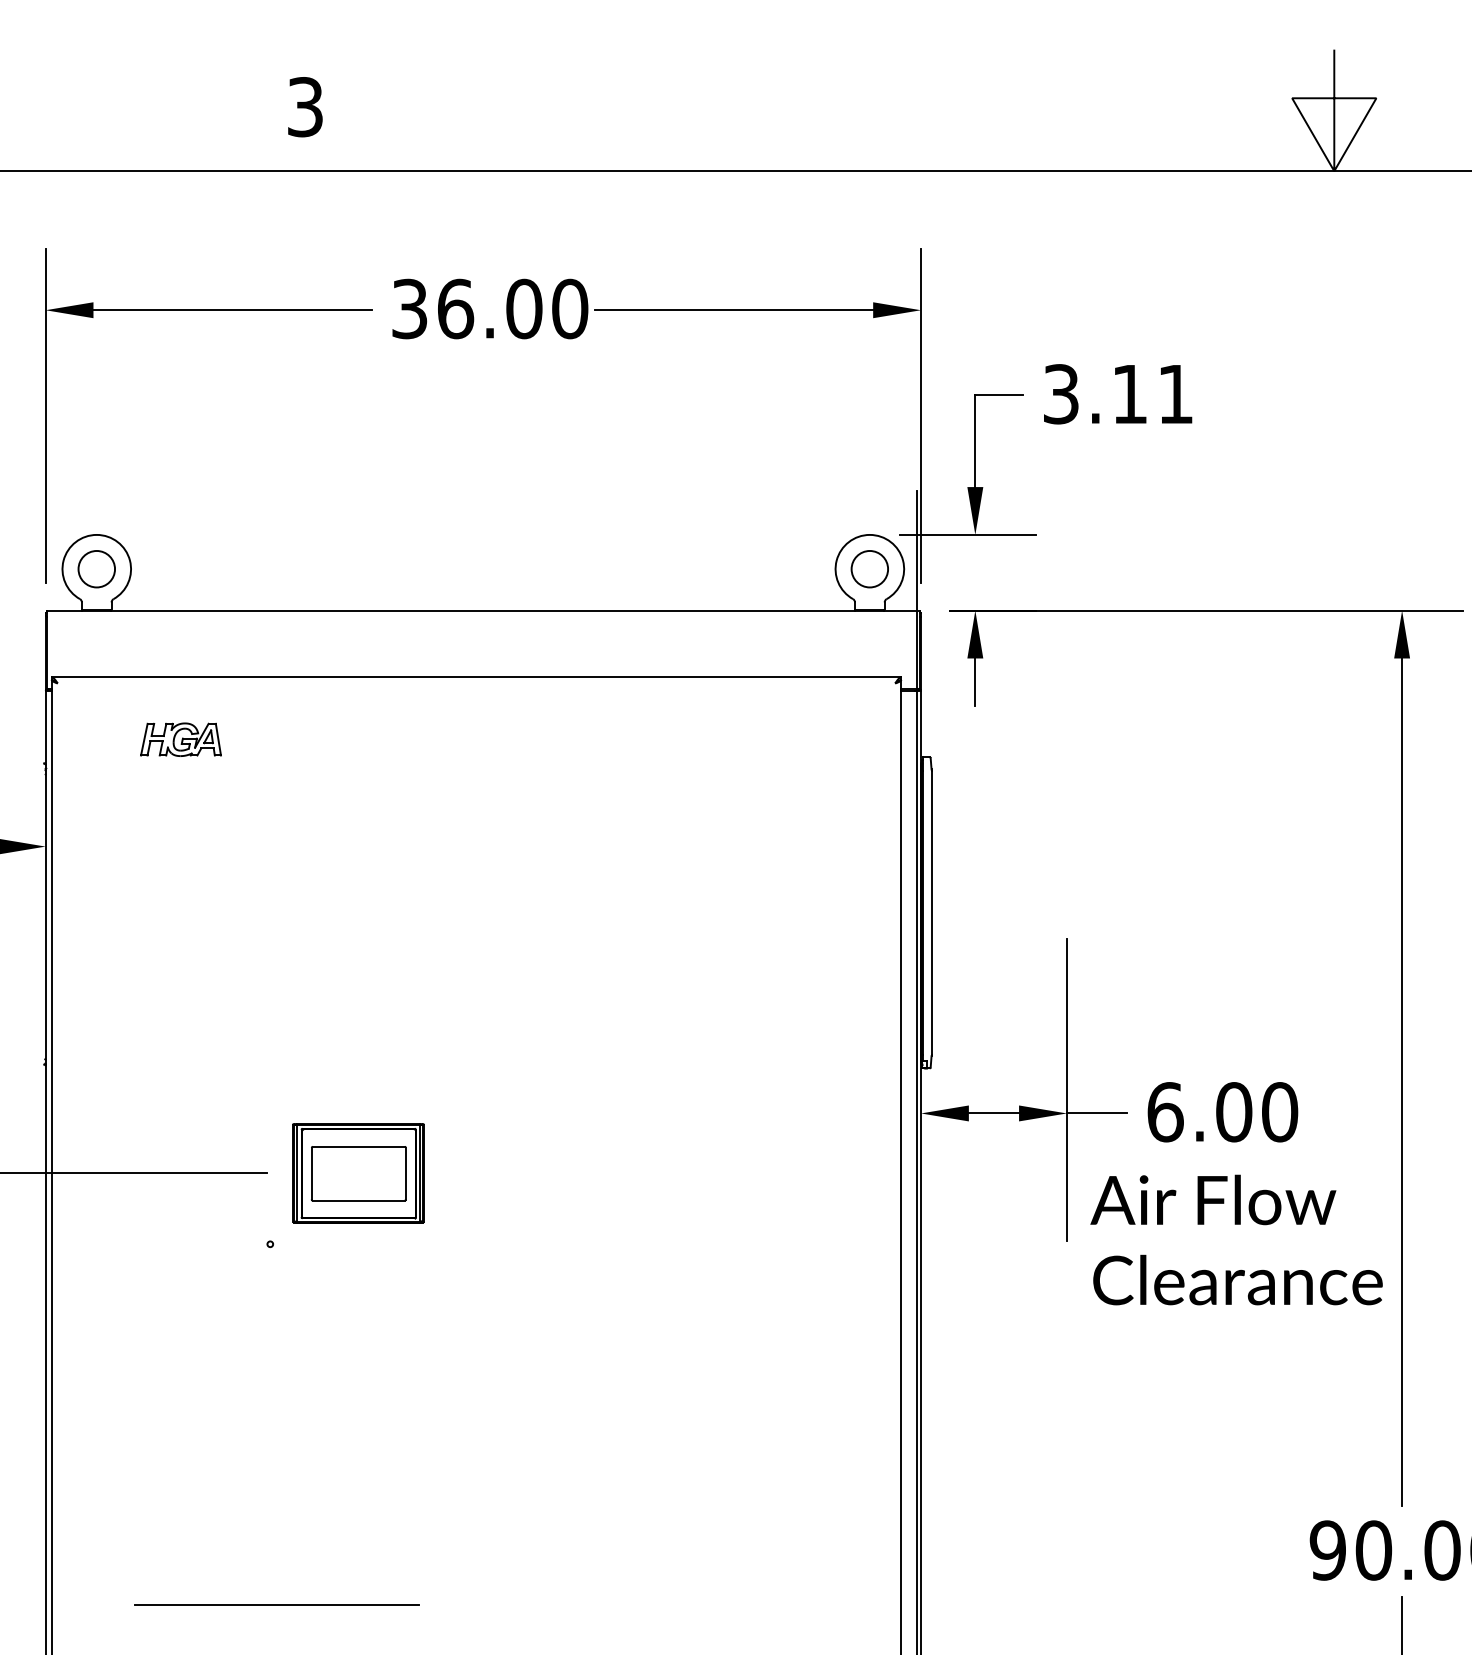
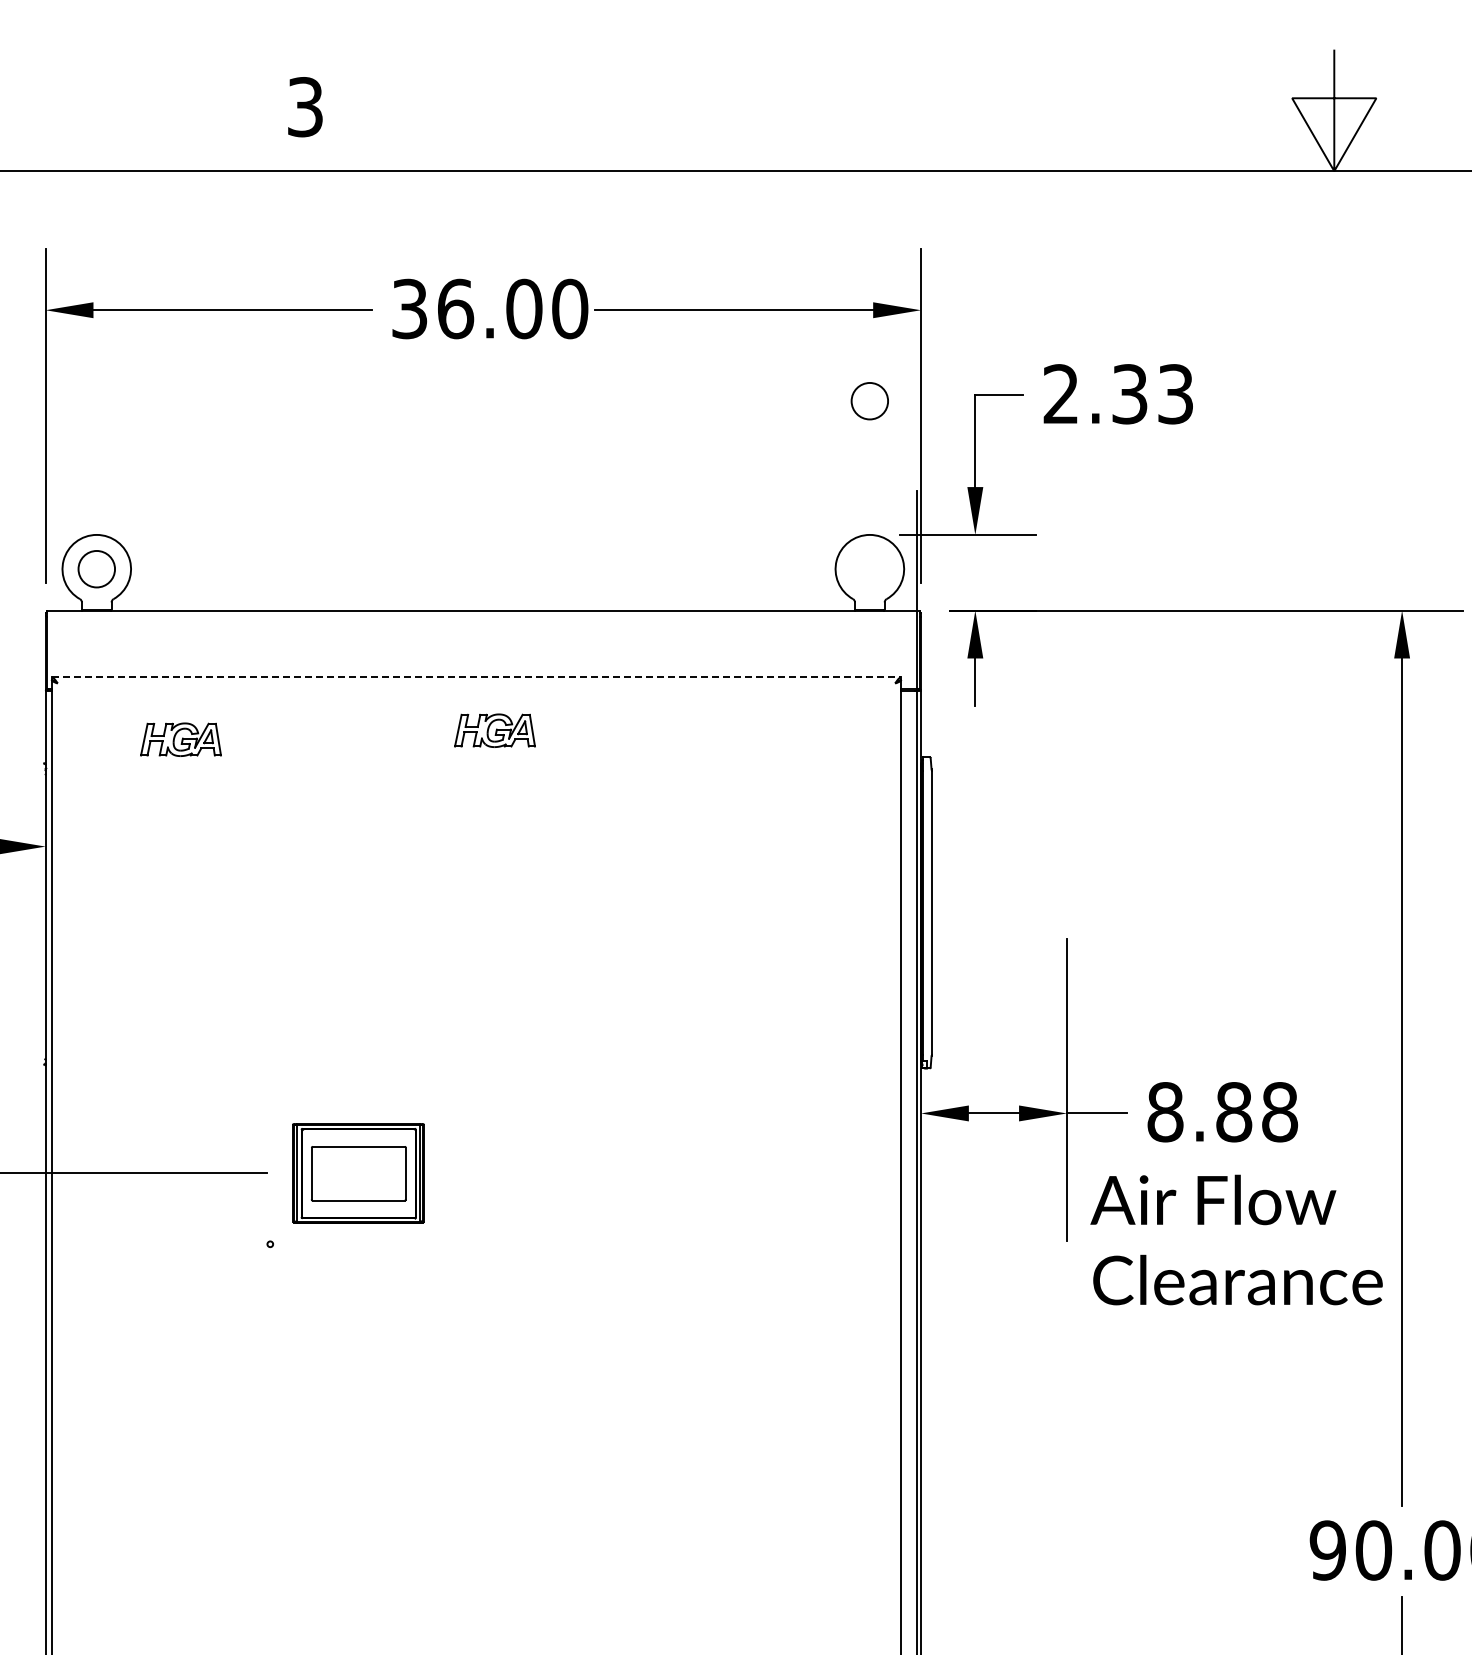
text at (1117, 394): 3.11 -> 2.33
circle at (869, 569) position: (869, 569) -> (869, 401)
line at (476, 677): solid -> dashed
part at (494, 730): none -> present
text at (1222, 1112): 6.00 -> 8.88
line at (276, 1605): present -> none
